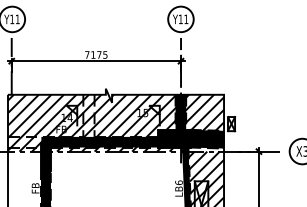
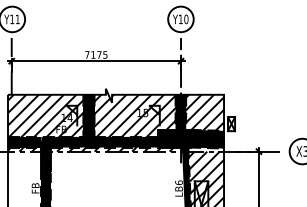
text at (186, 19): Y11 -> Y10
fill at (88, 115): none -> present
fill at (24, 141): none -> present
